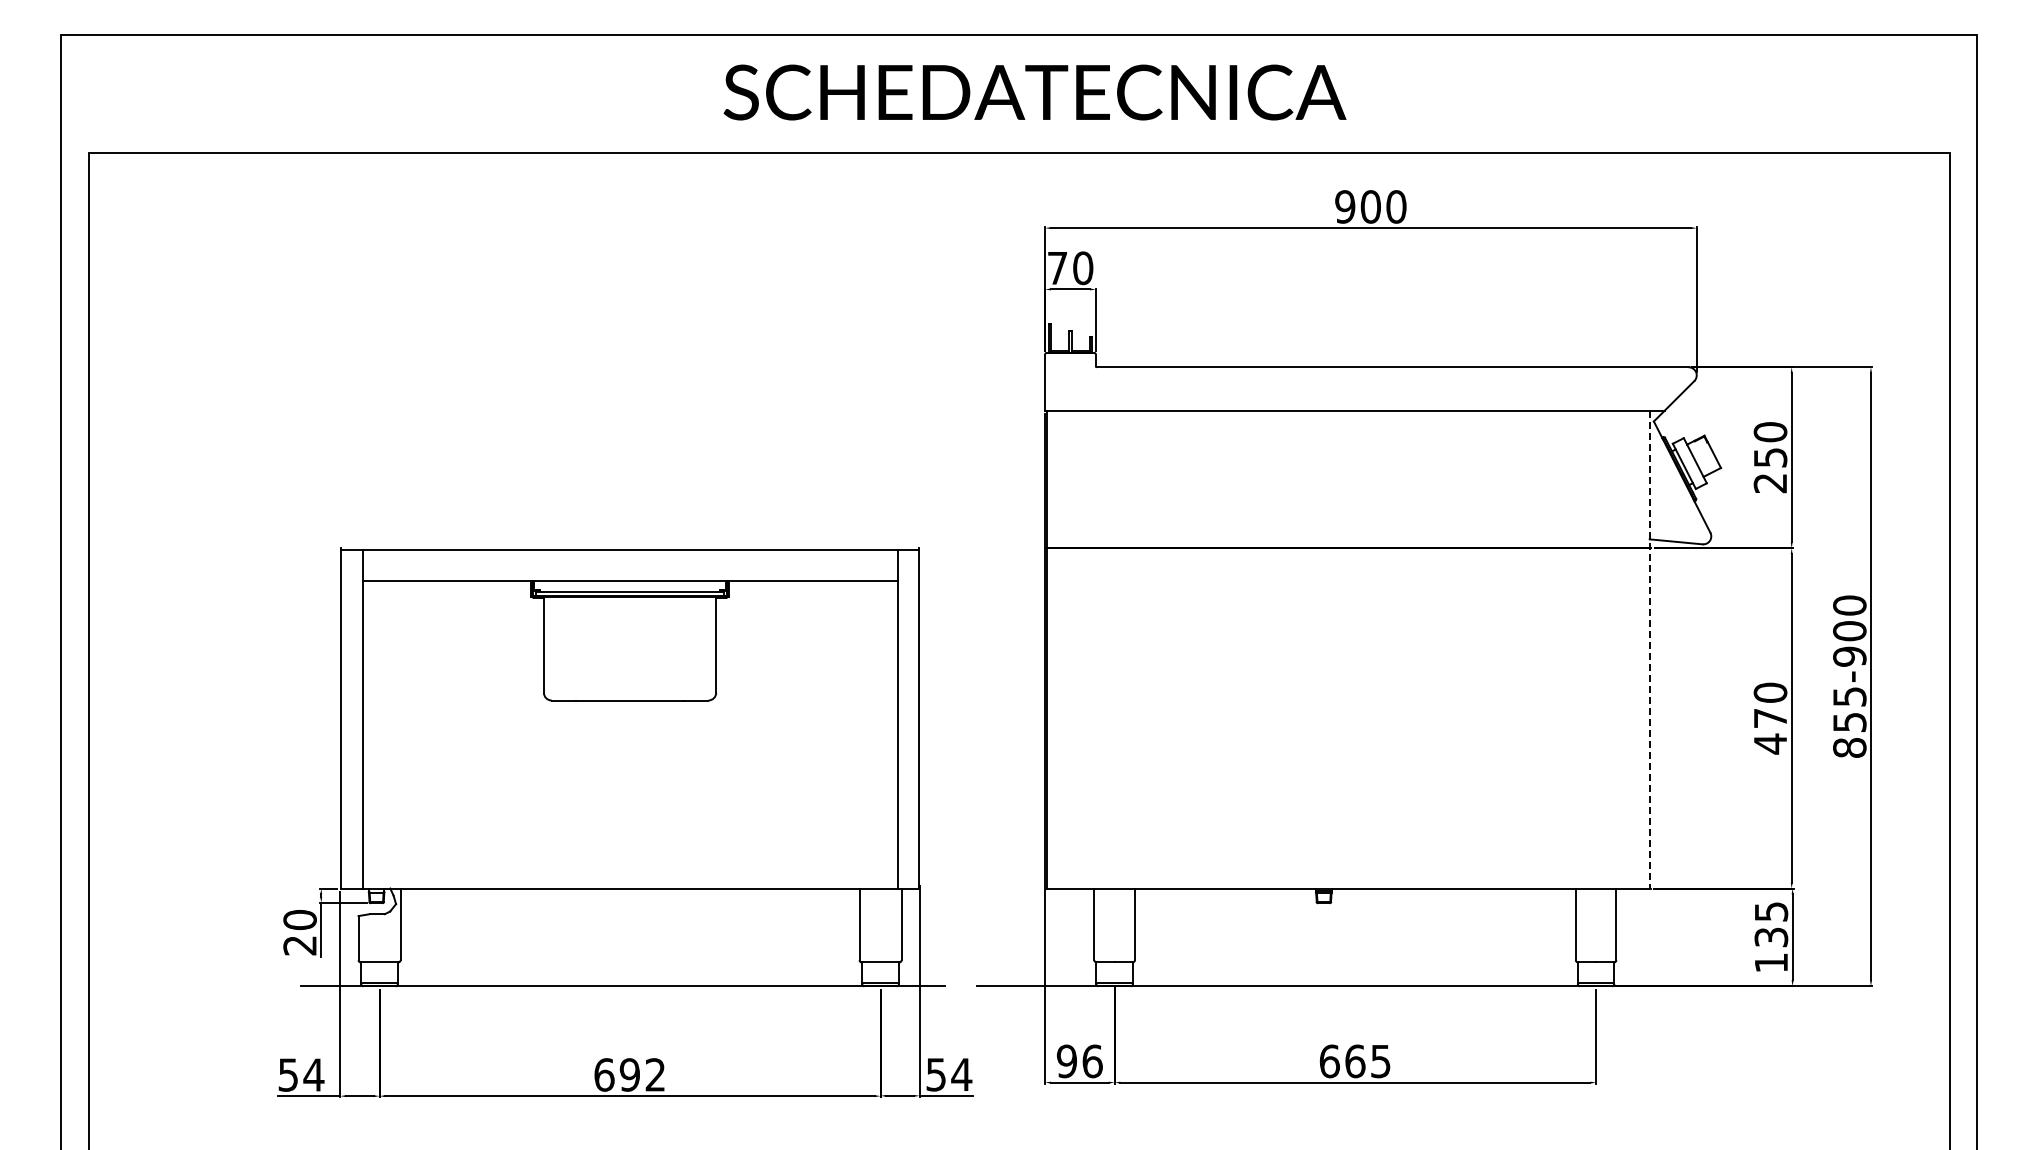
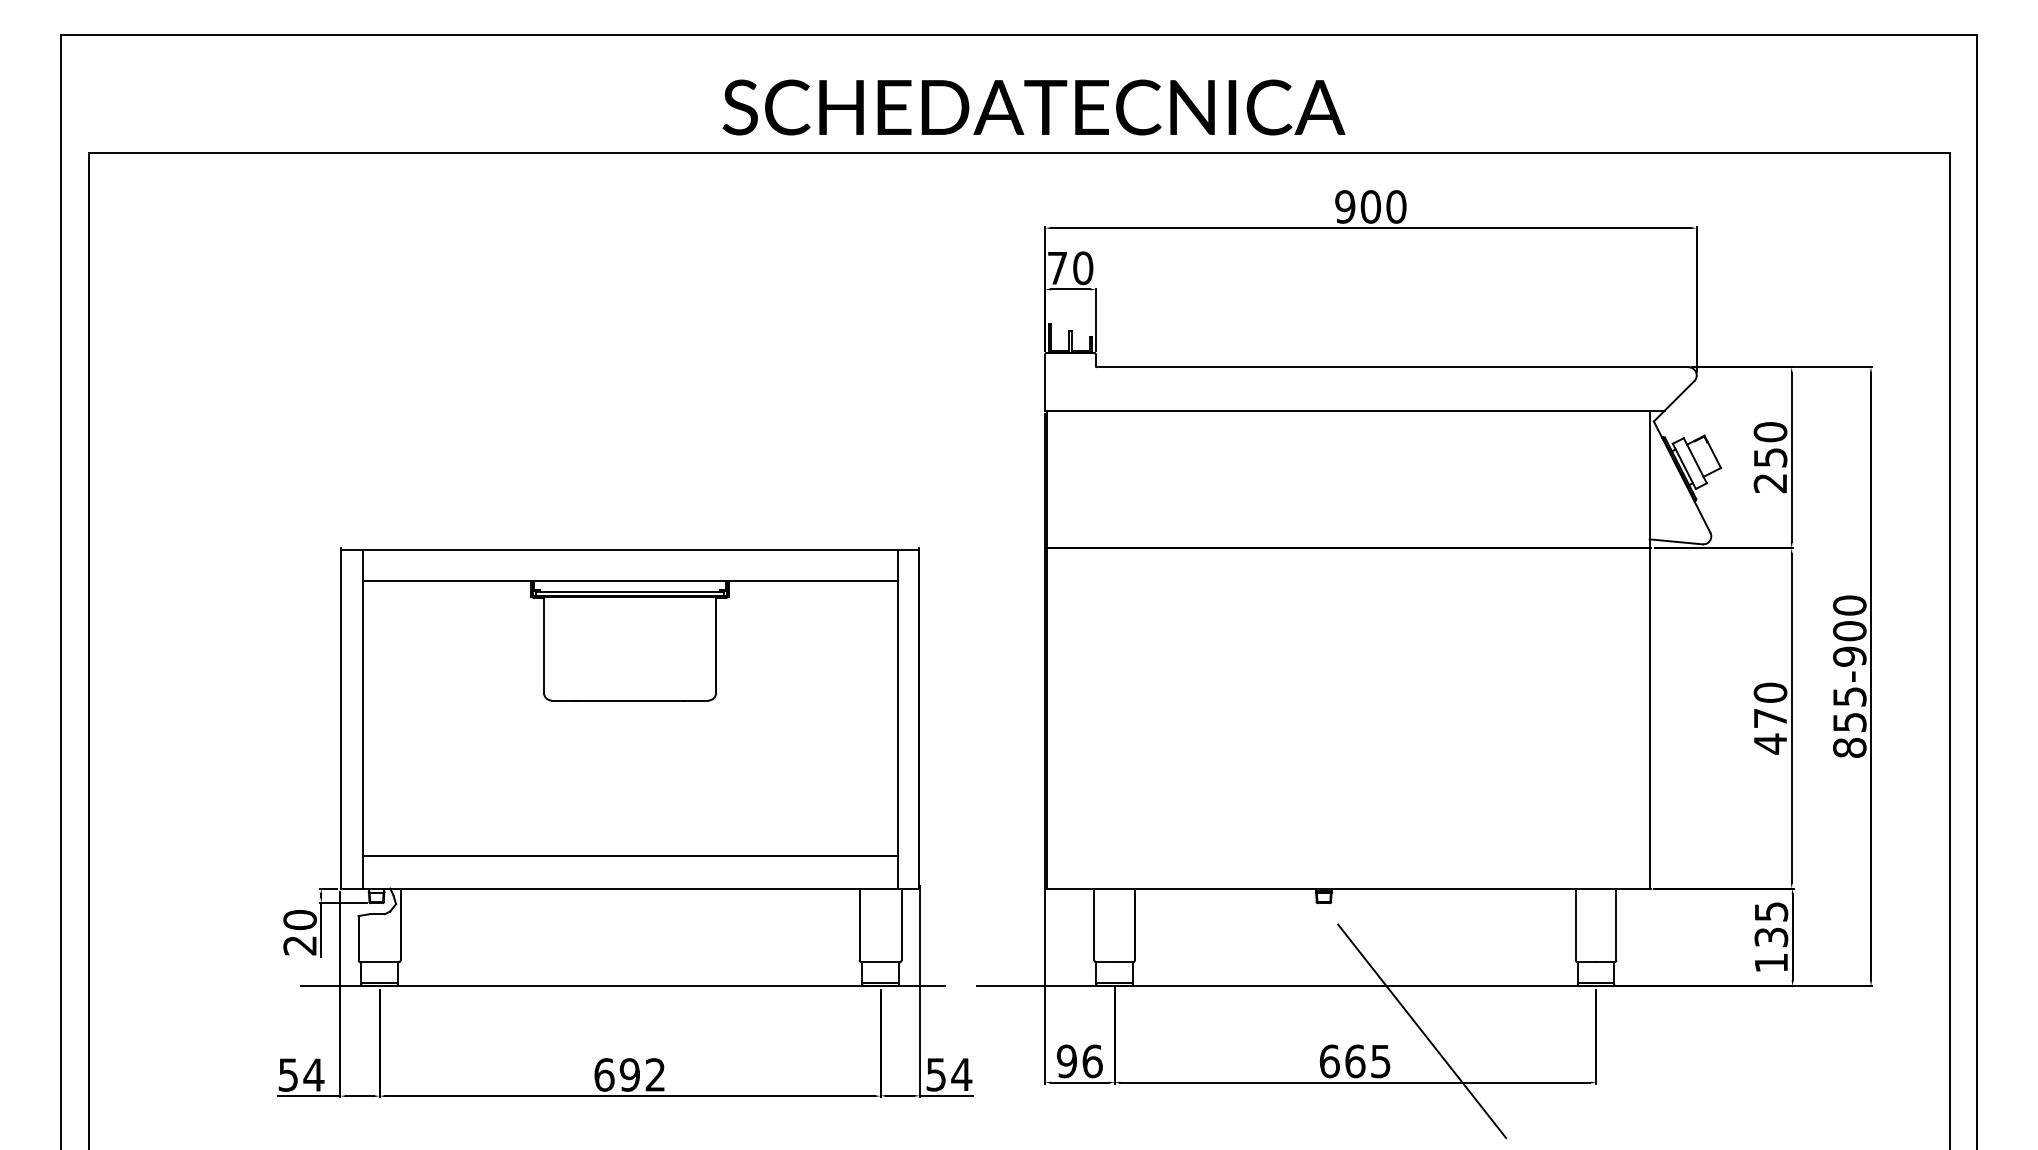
text at (1034, 92) position: (1034, 92) -> (1033, 107)
line at (1649, 649): dashed -> solid
line at (629, 855): none -> present
line at (1422, 1031): none -> present
